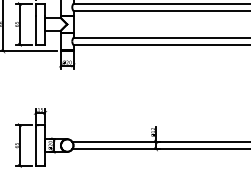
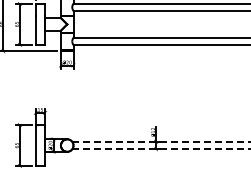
line at (162, 141): solid -> dashed
line at (162, 149): solid -> dashed
